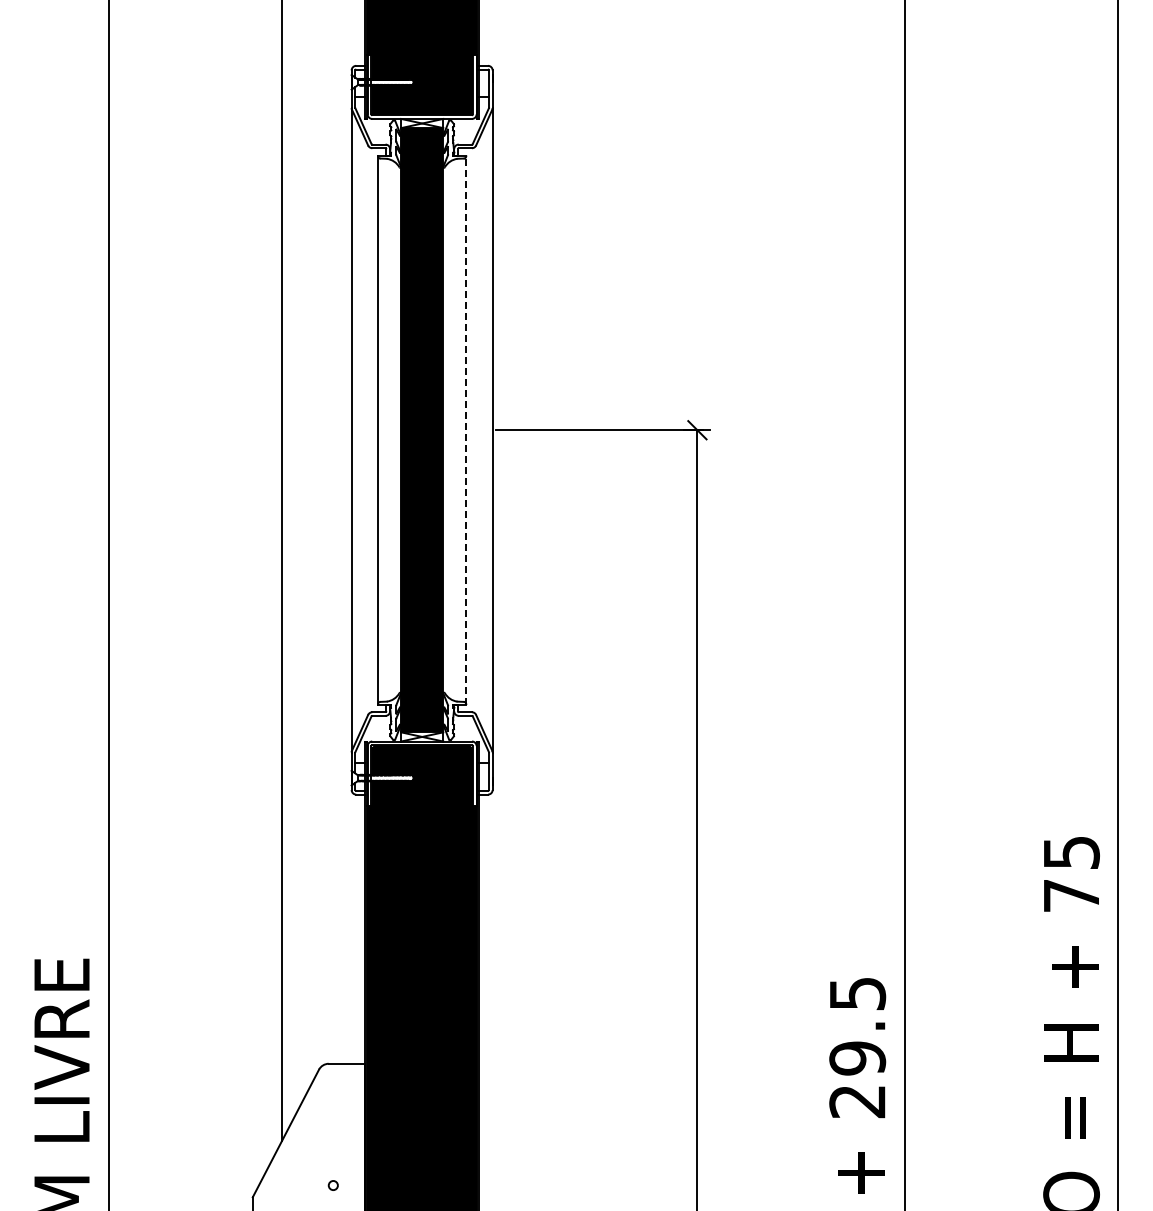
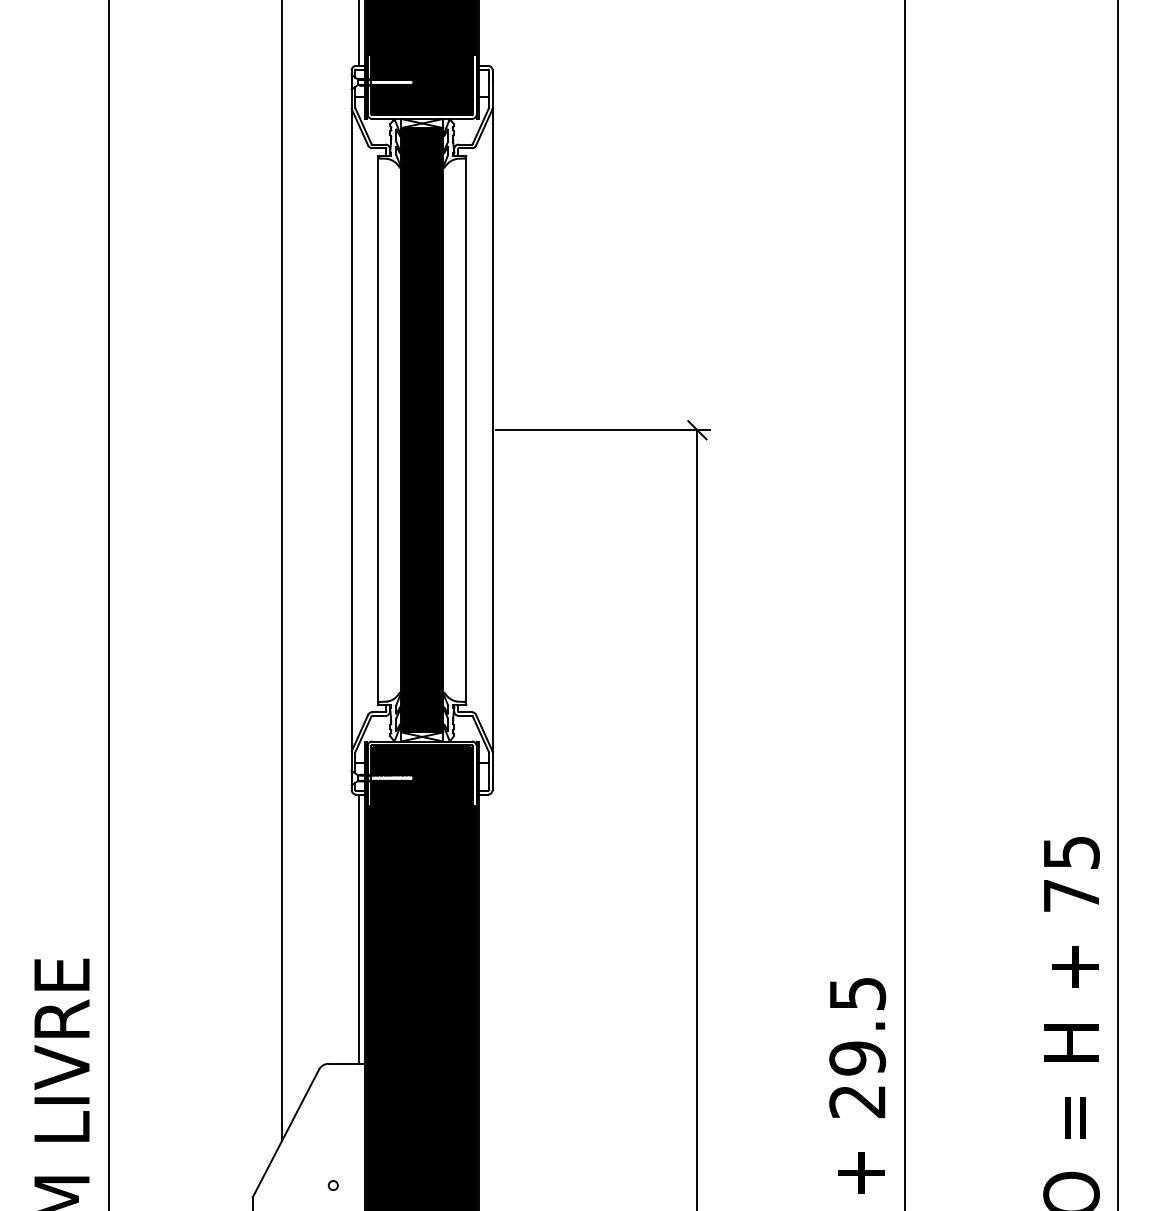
line at (358, 33): none -> present
line at (466, 430): dashed -> solid
line at (358, 928): none -> present
